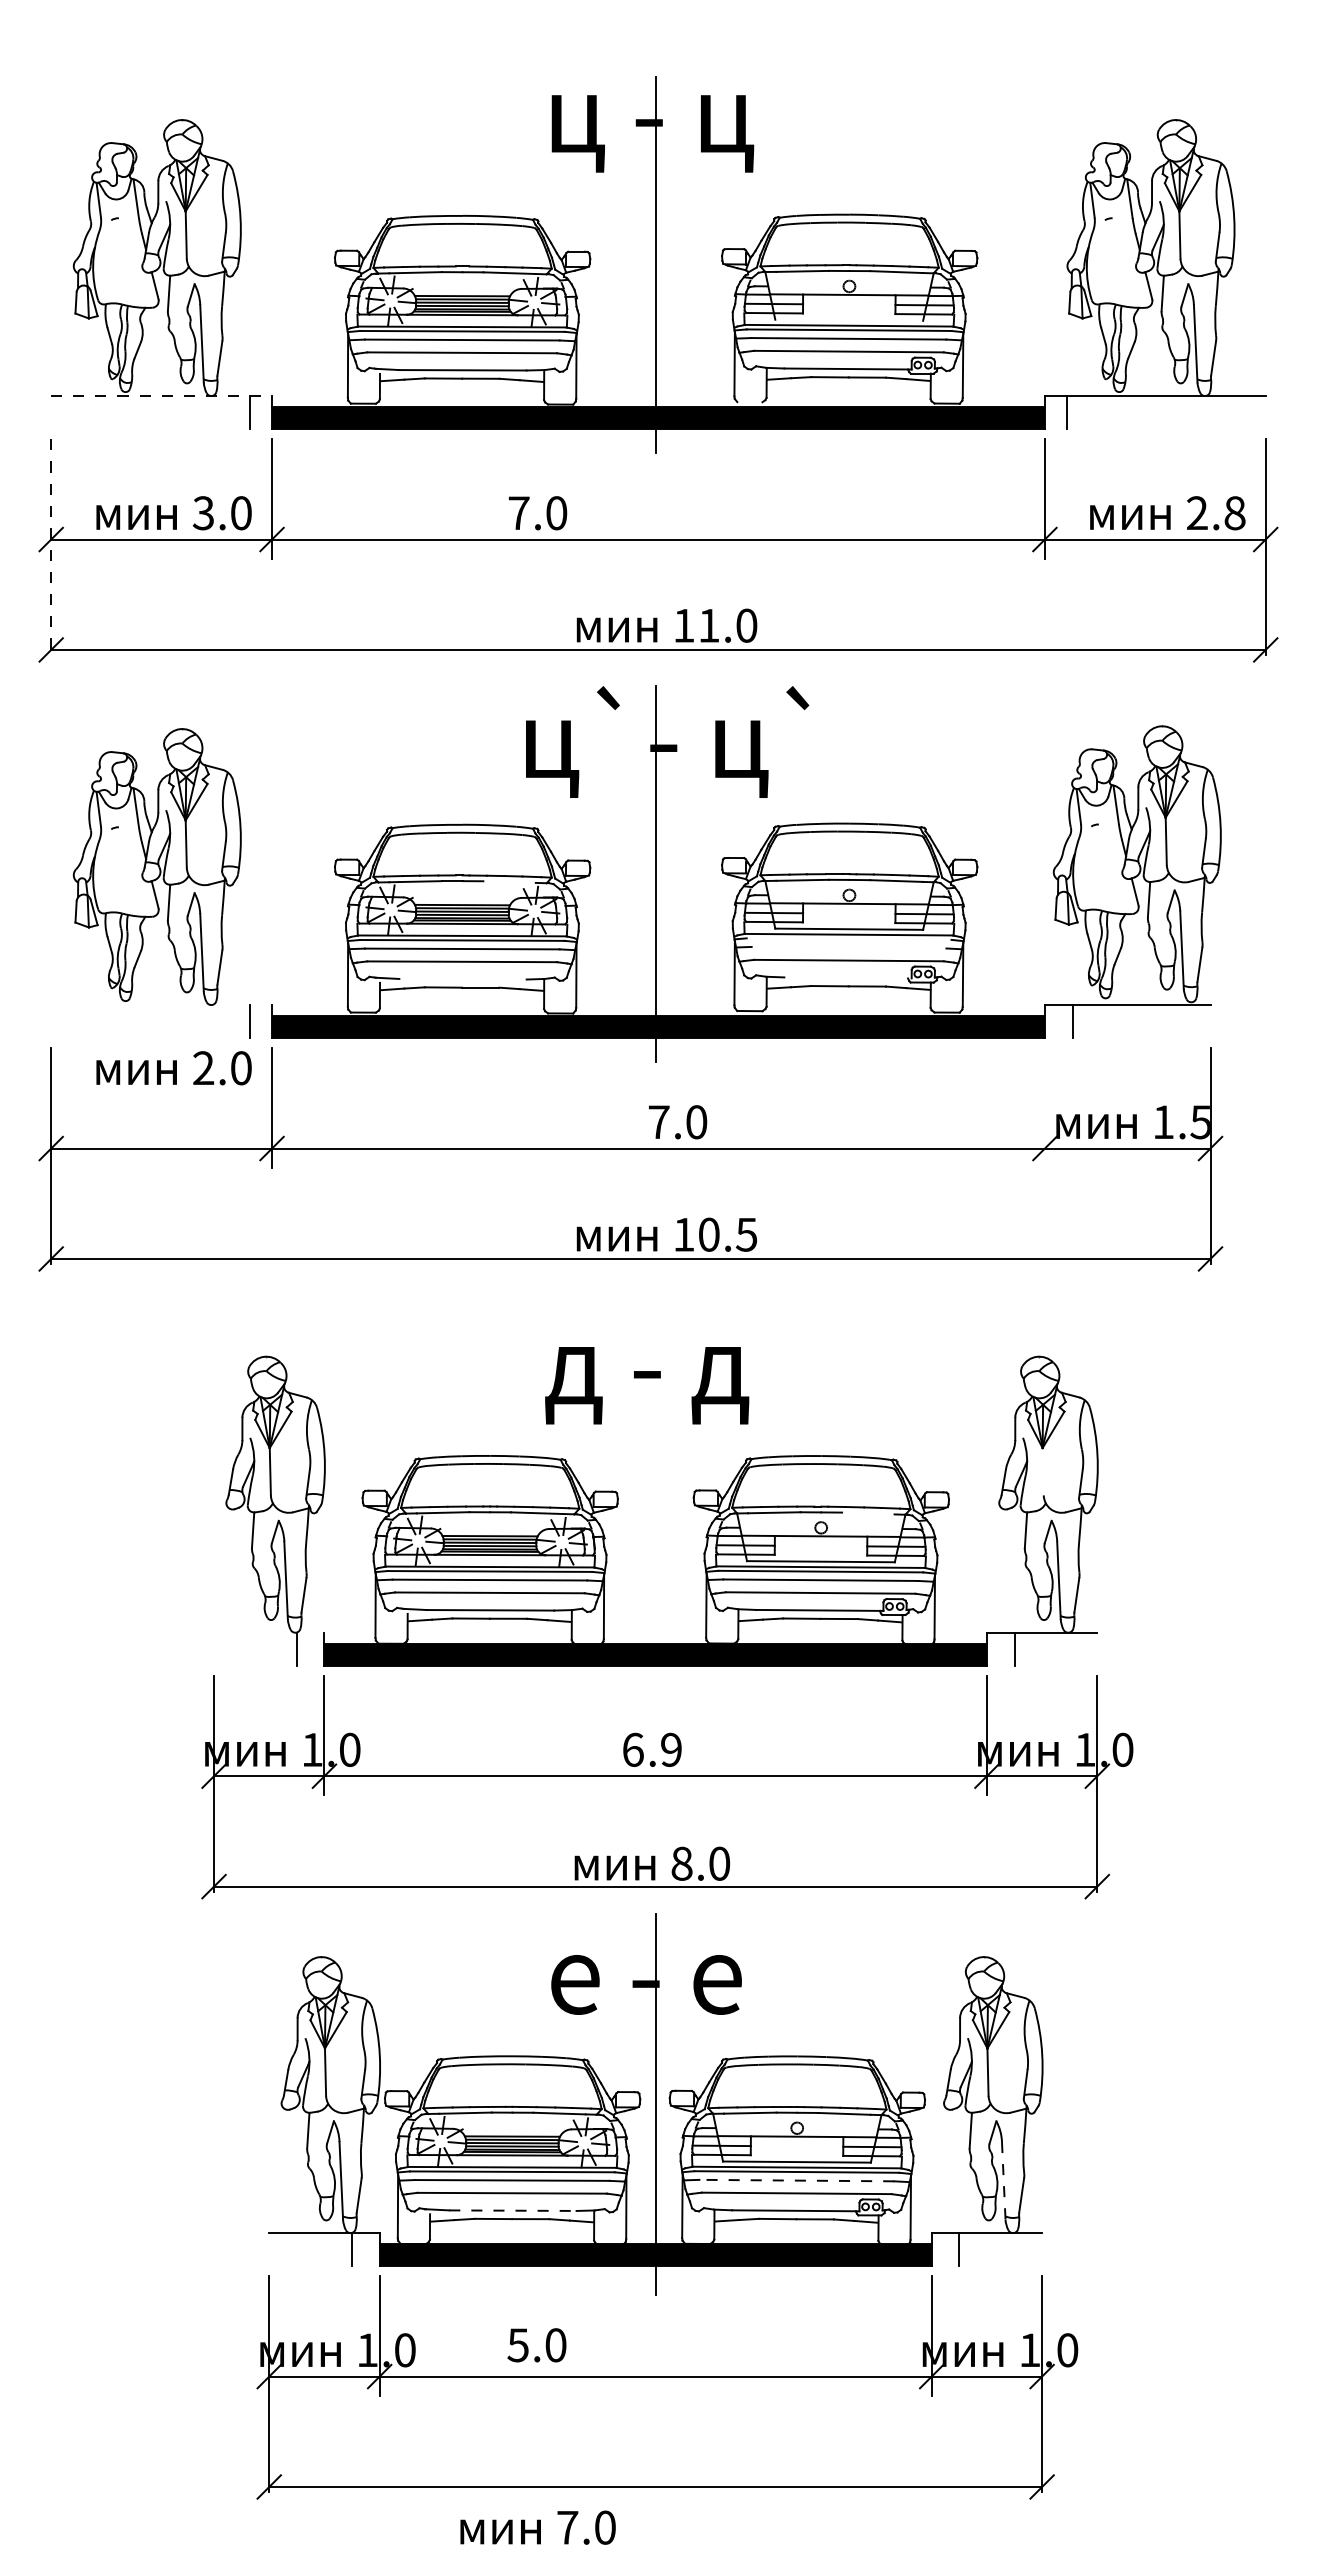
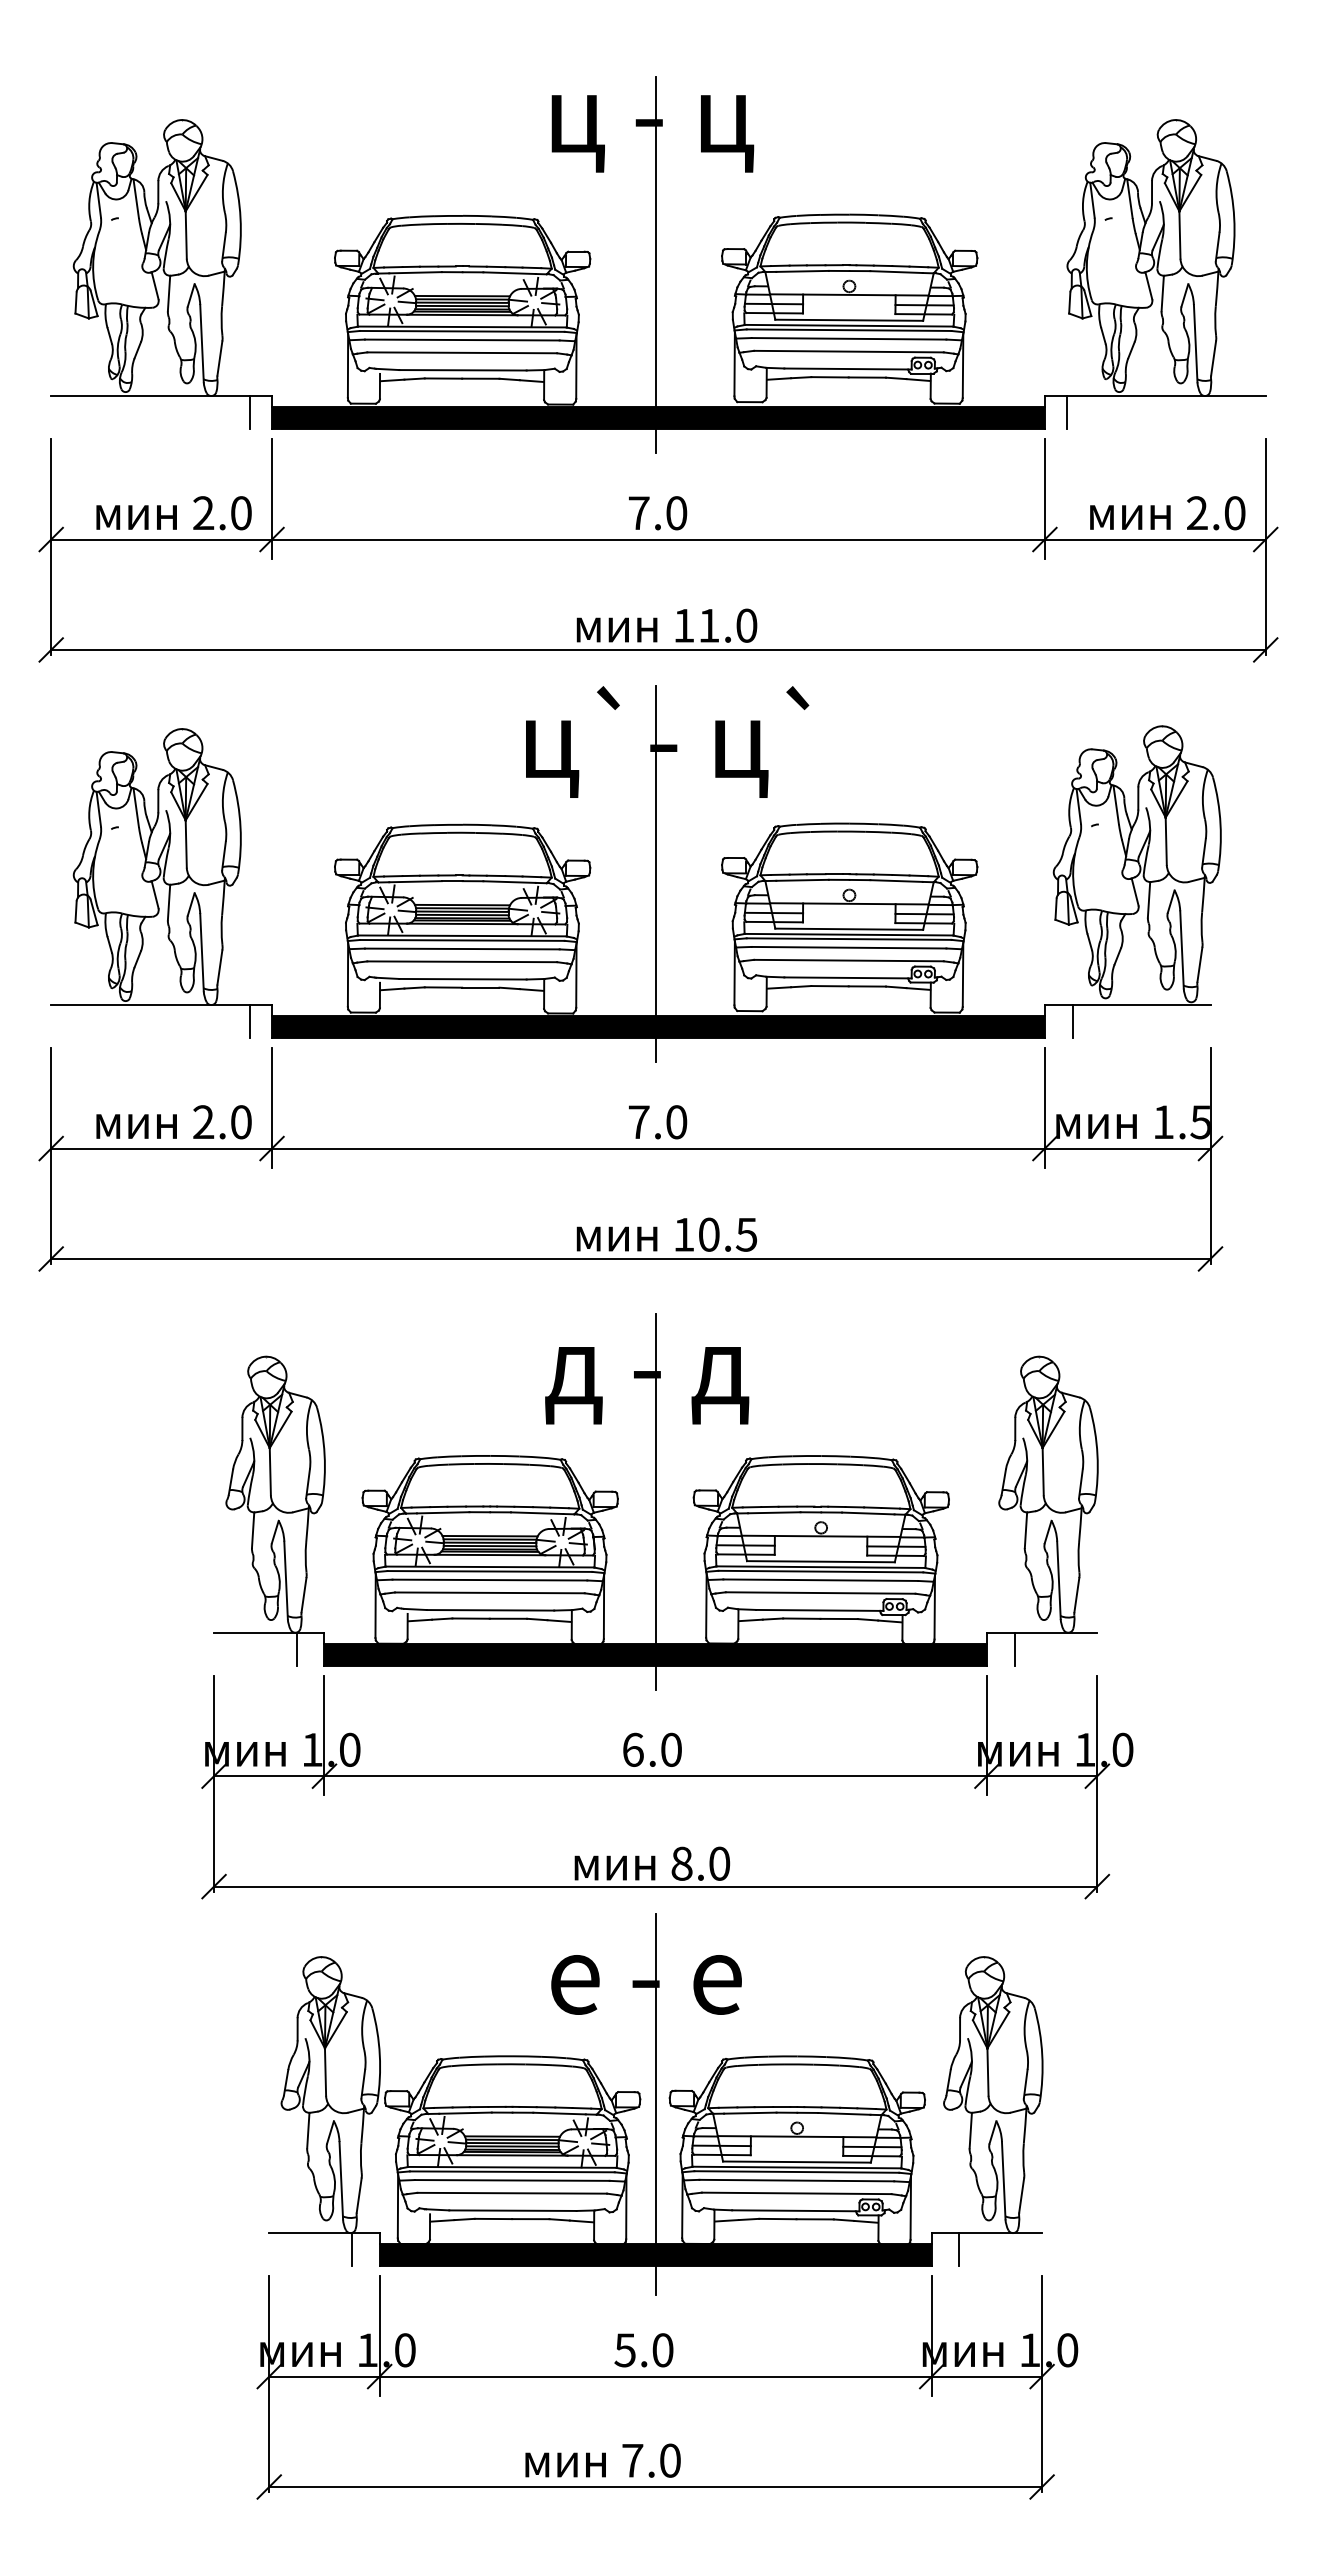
line at (849, 319): none -> present
line at (162, 396): dashed -> solid
line at (749, 402): none -> present
text at (203, 513): 3.0 -> 2.0
text at (538, 513) position: (538, 513) -> (658, 513)
text at (1234, 513): 2.8 -> 2.0
line at (51, 547): dashed -> solid
line at (509, 881): none -> present
line at (848, 938): none -> present
line at (848, 947): none -> present
line at (847, 977): none -> present
line at (462, 978): none -> present
line at (161, 1005): none -> present
text at (173, 1068) position: (173, 1068) -> (173, 1122)
line at (1044, 1107): none -> present
text at (678, 1122) position: (678, 1122) -> (658, 1122)
line at (1042, 1471): none -> present
line at (655, 1501): none -> present
line at (868, 1513): none -> present
line at (269, 1632): none -> present
text at (671, 1749): .9 -> .0
line at (796, 2180): dashed -> solid
line at (1003, 2180): dashed -> solid
line at (512, 2210): dashed -> solid
text at (536, 2345) position: (536, 2345) -> (643, 2350)
text at (537, 2527) position: (537, 2527) -> (602, 2460)
